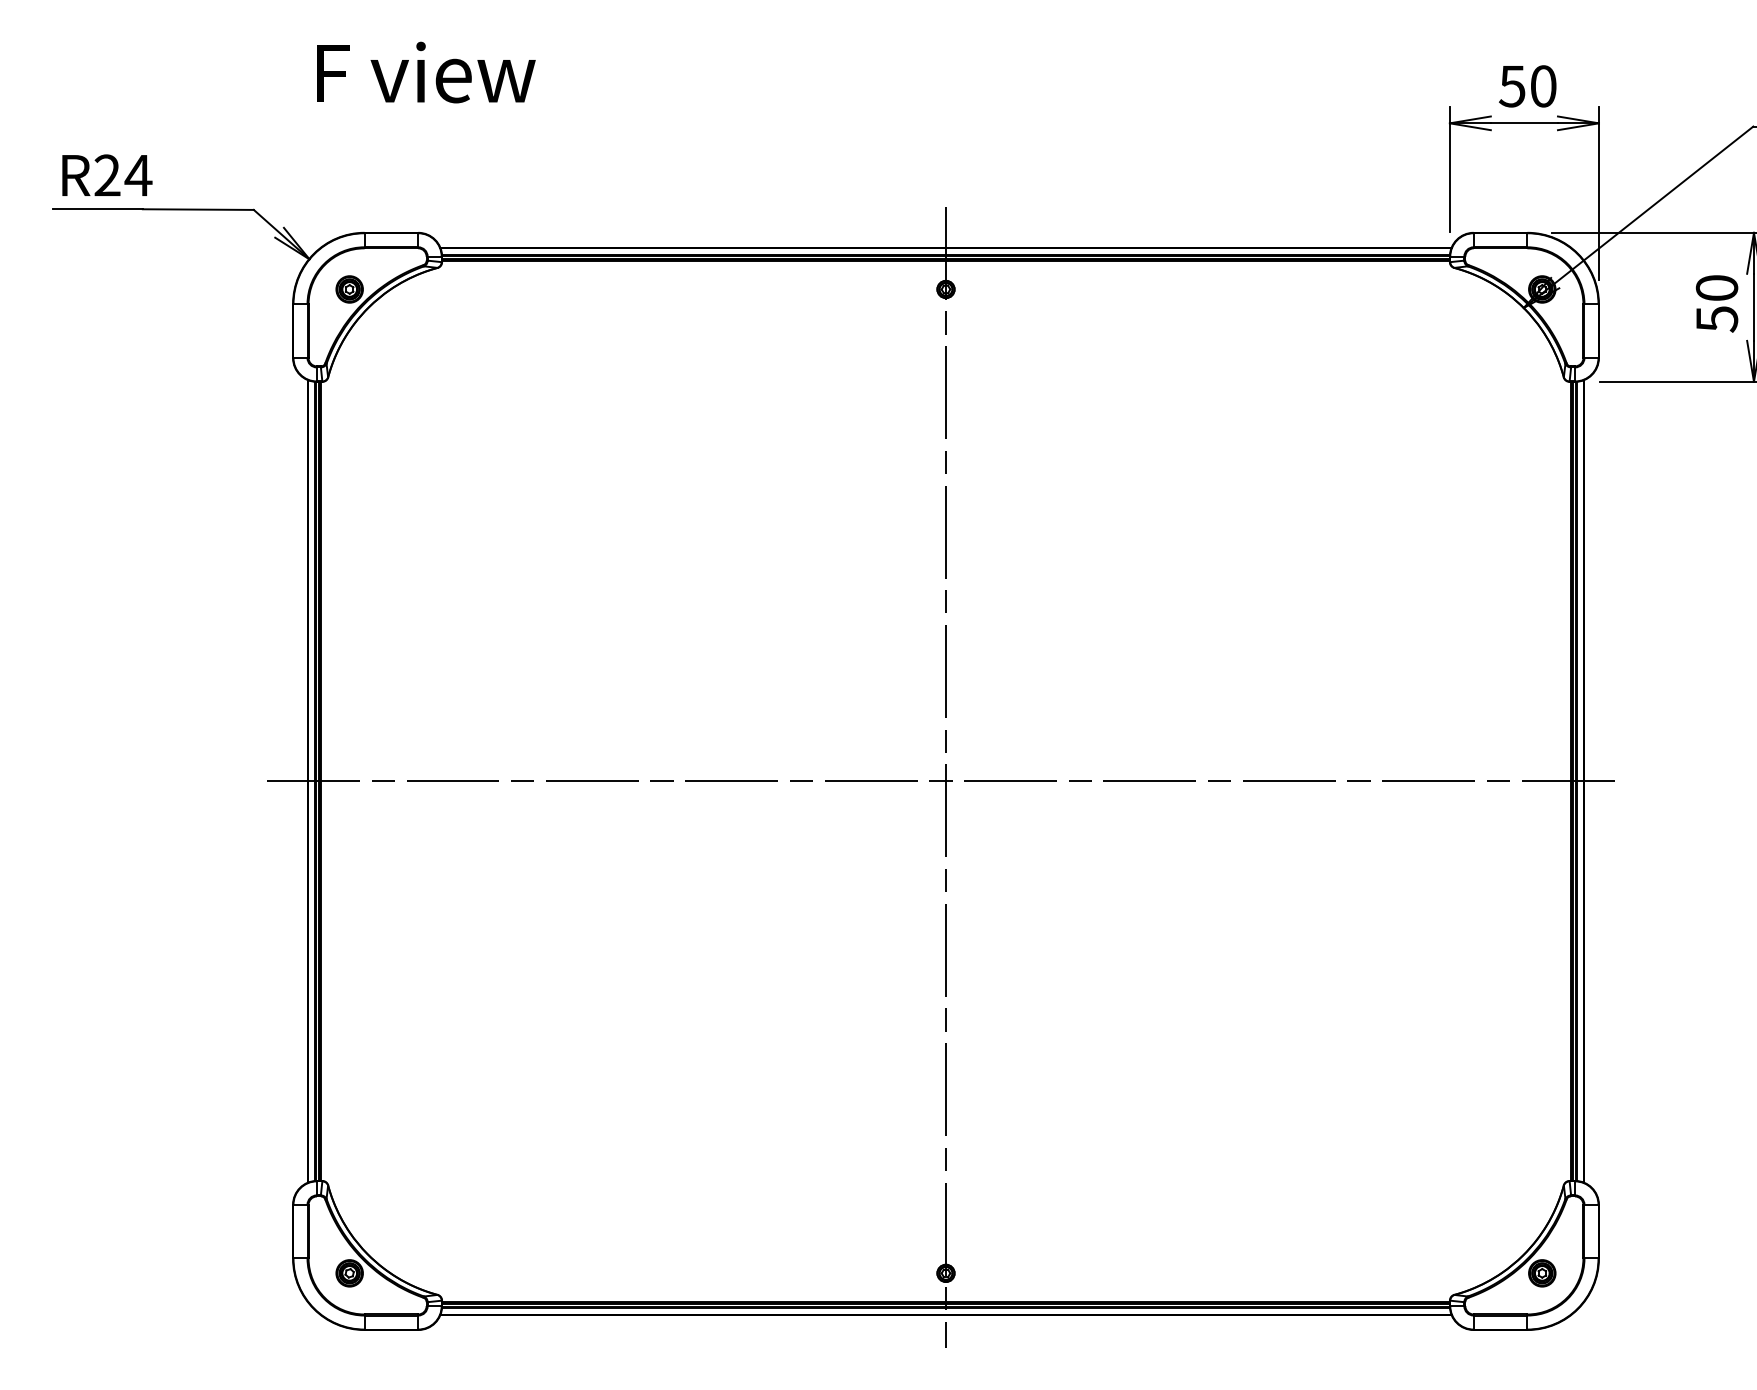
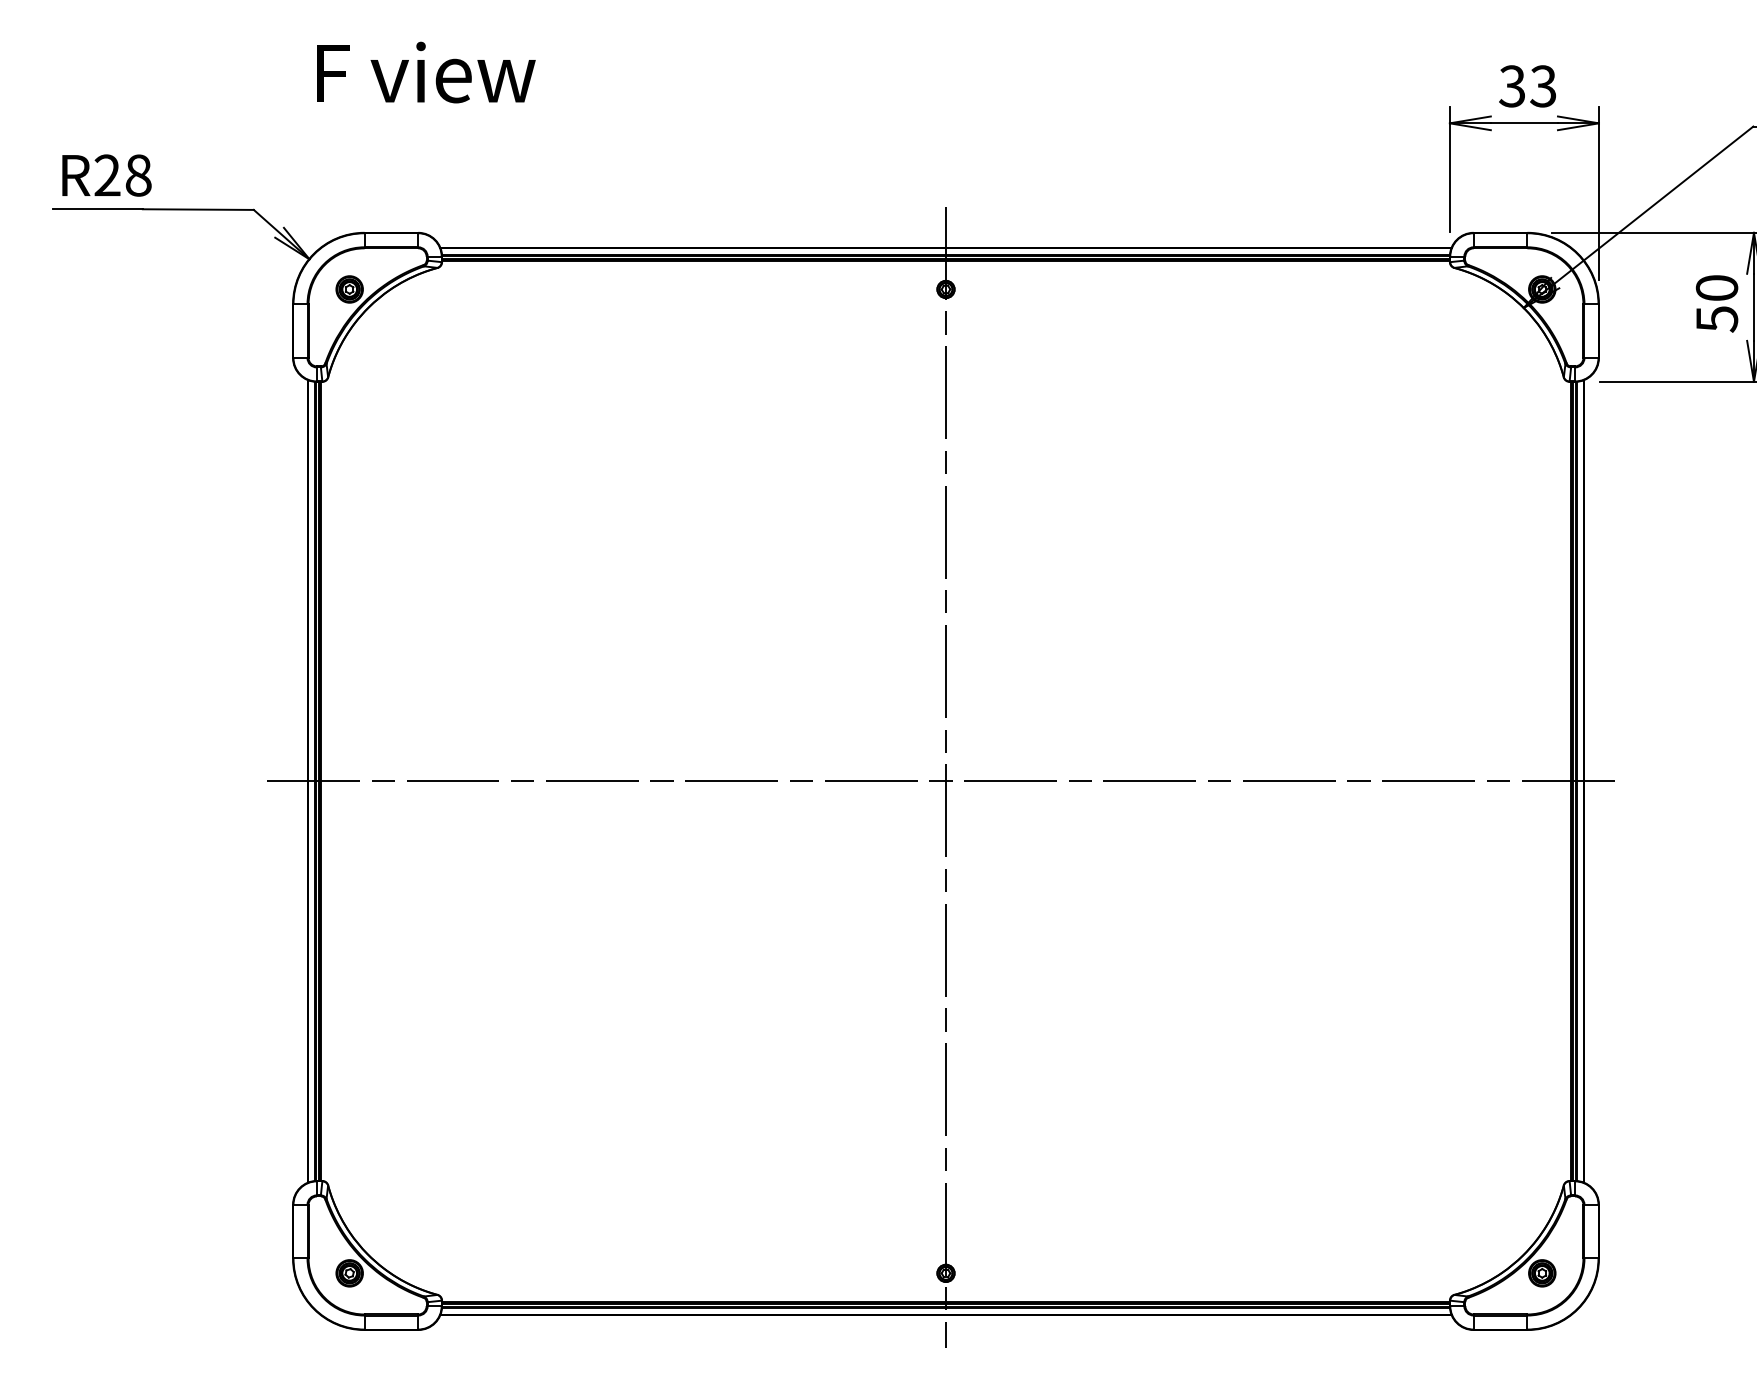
text at (1527, 86): 50 -> 33
text at (138, 175): R24 -> R28
